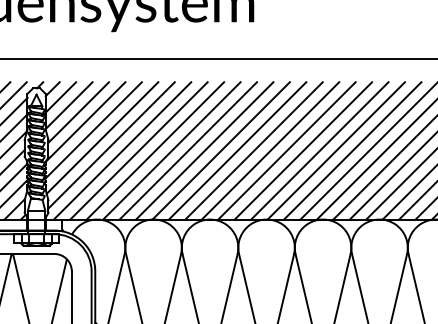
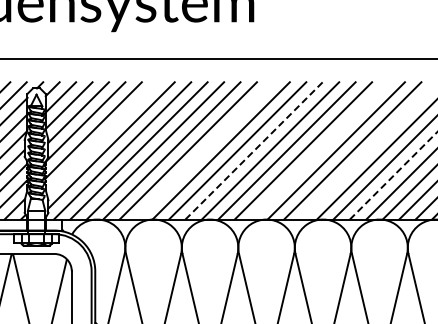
line at (102, 137): present -> none
line at (204, 150): present -> none
line at (254, 150): solid -> dashed
line at (319, 150): present -> none
line at (367, 152): present -> none
line at (394, 175): solid -> dashed
